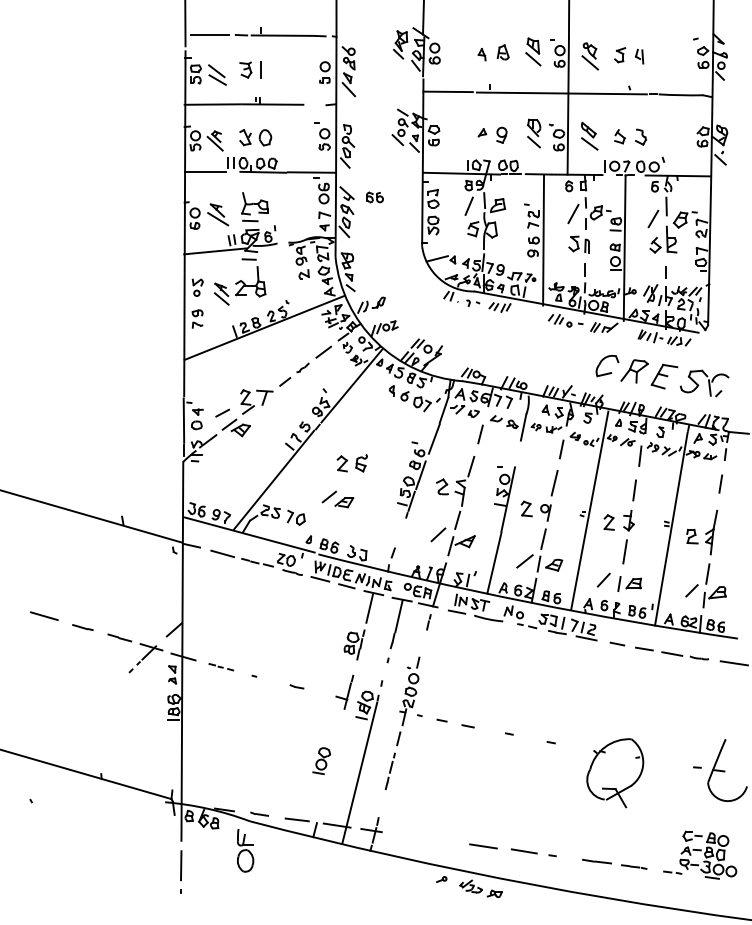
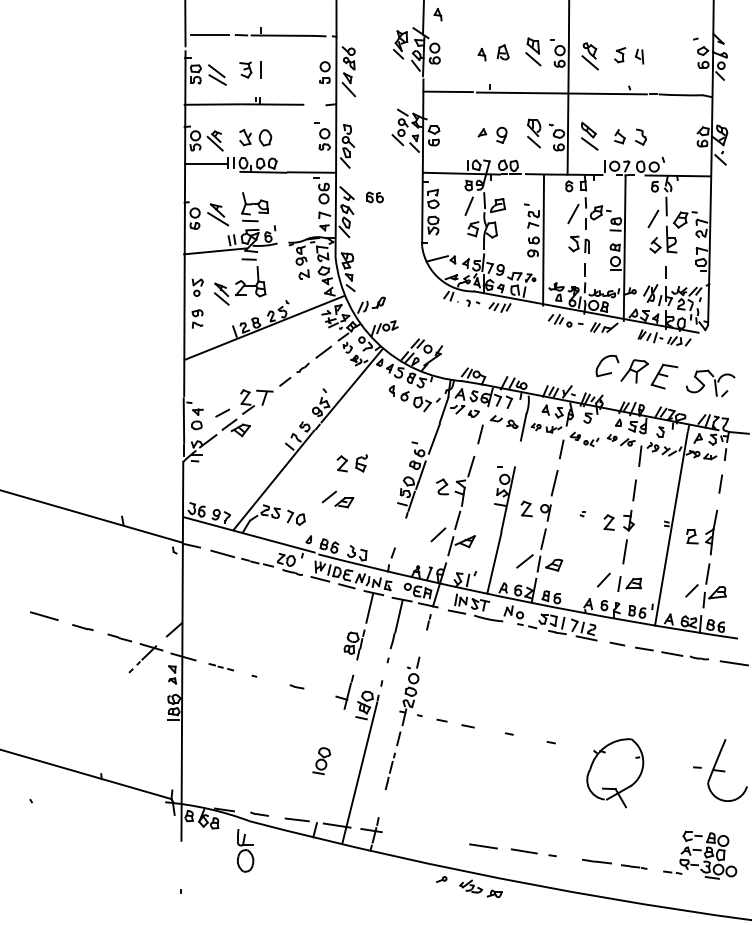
part at (437, 14): none -> present
line at (204, 171) position: (204, 171) -> (204, 163)
part at (704, 383) position: (704, 383) -> (710, 383)
line at (589, 510): present -> none
line at (181, 865): present -> none
